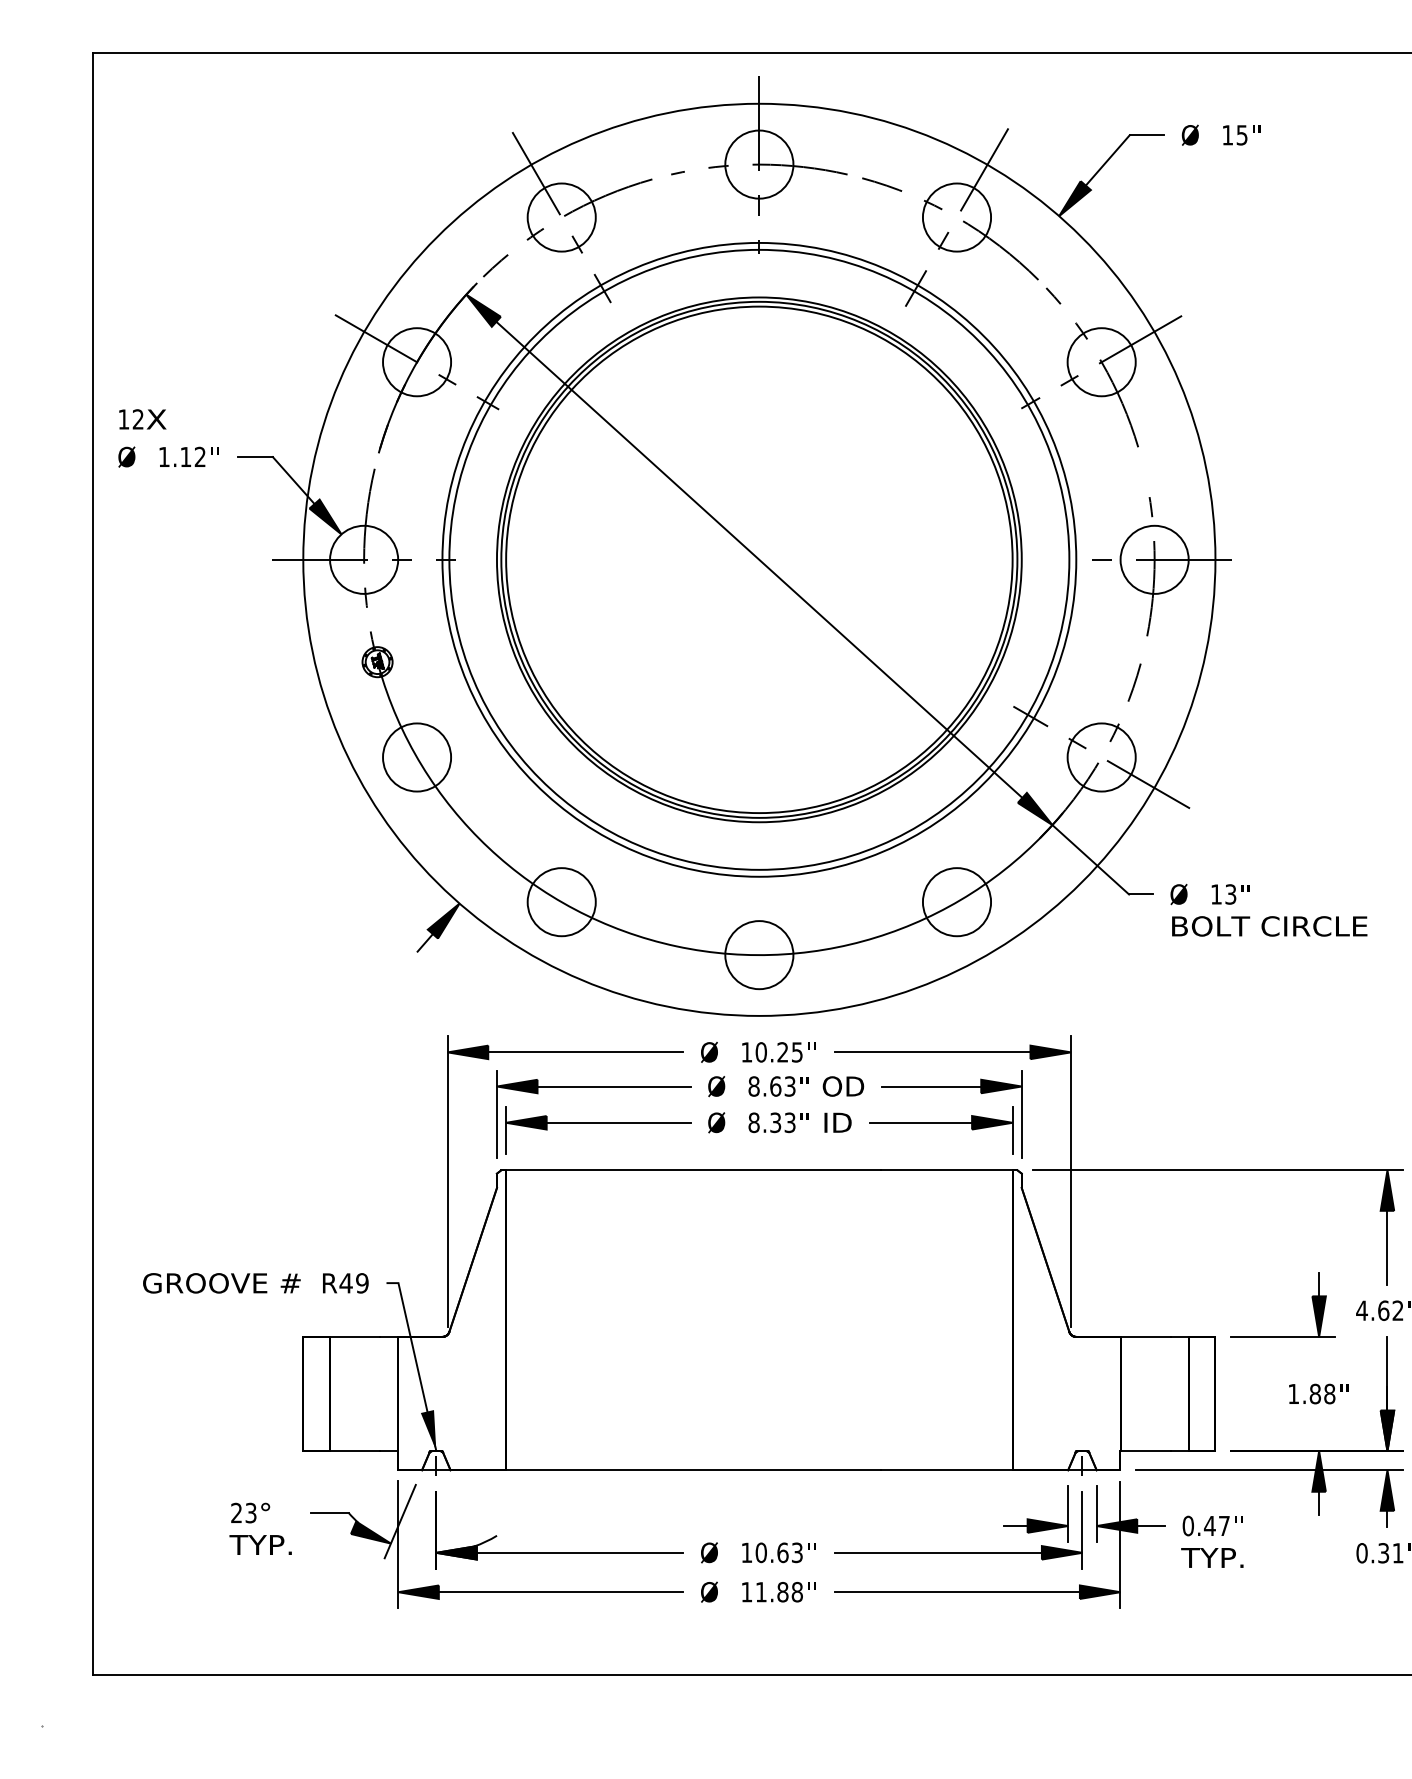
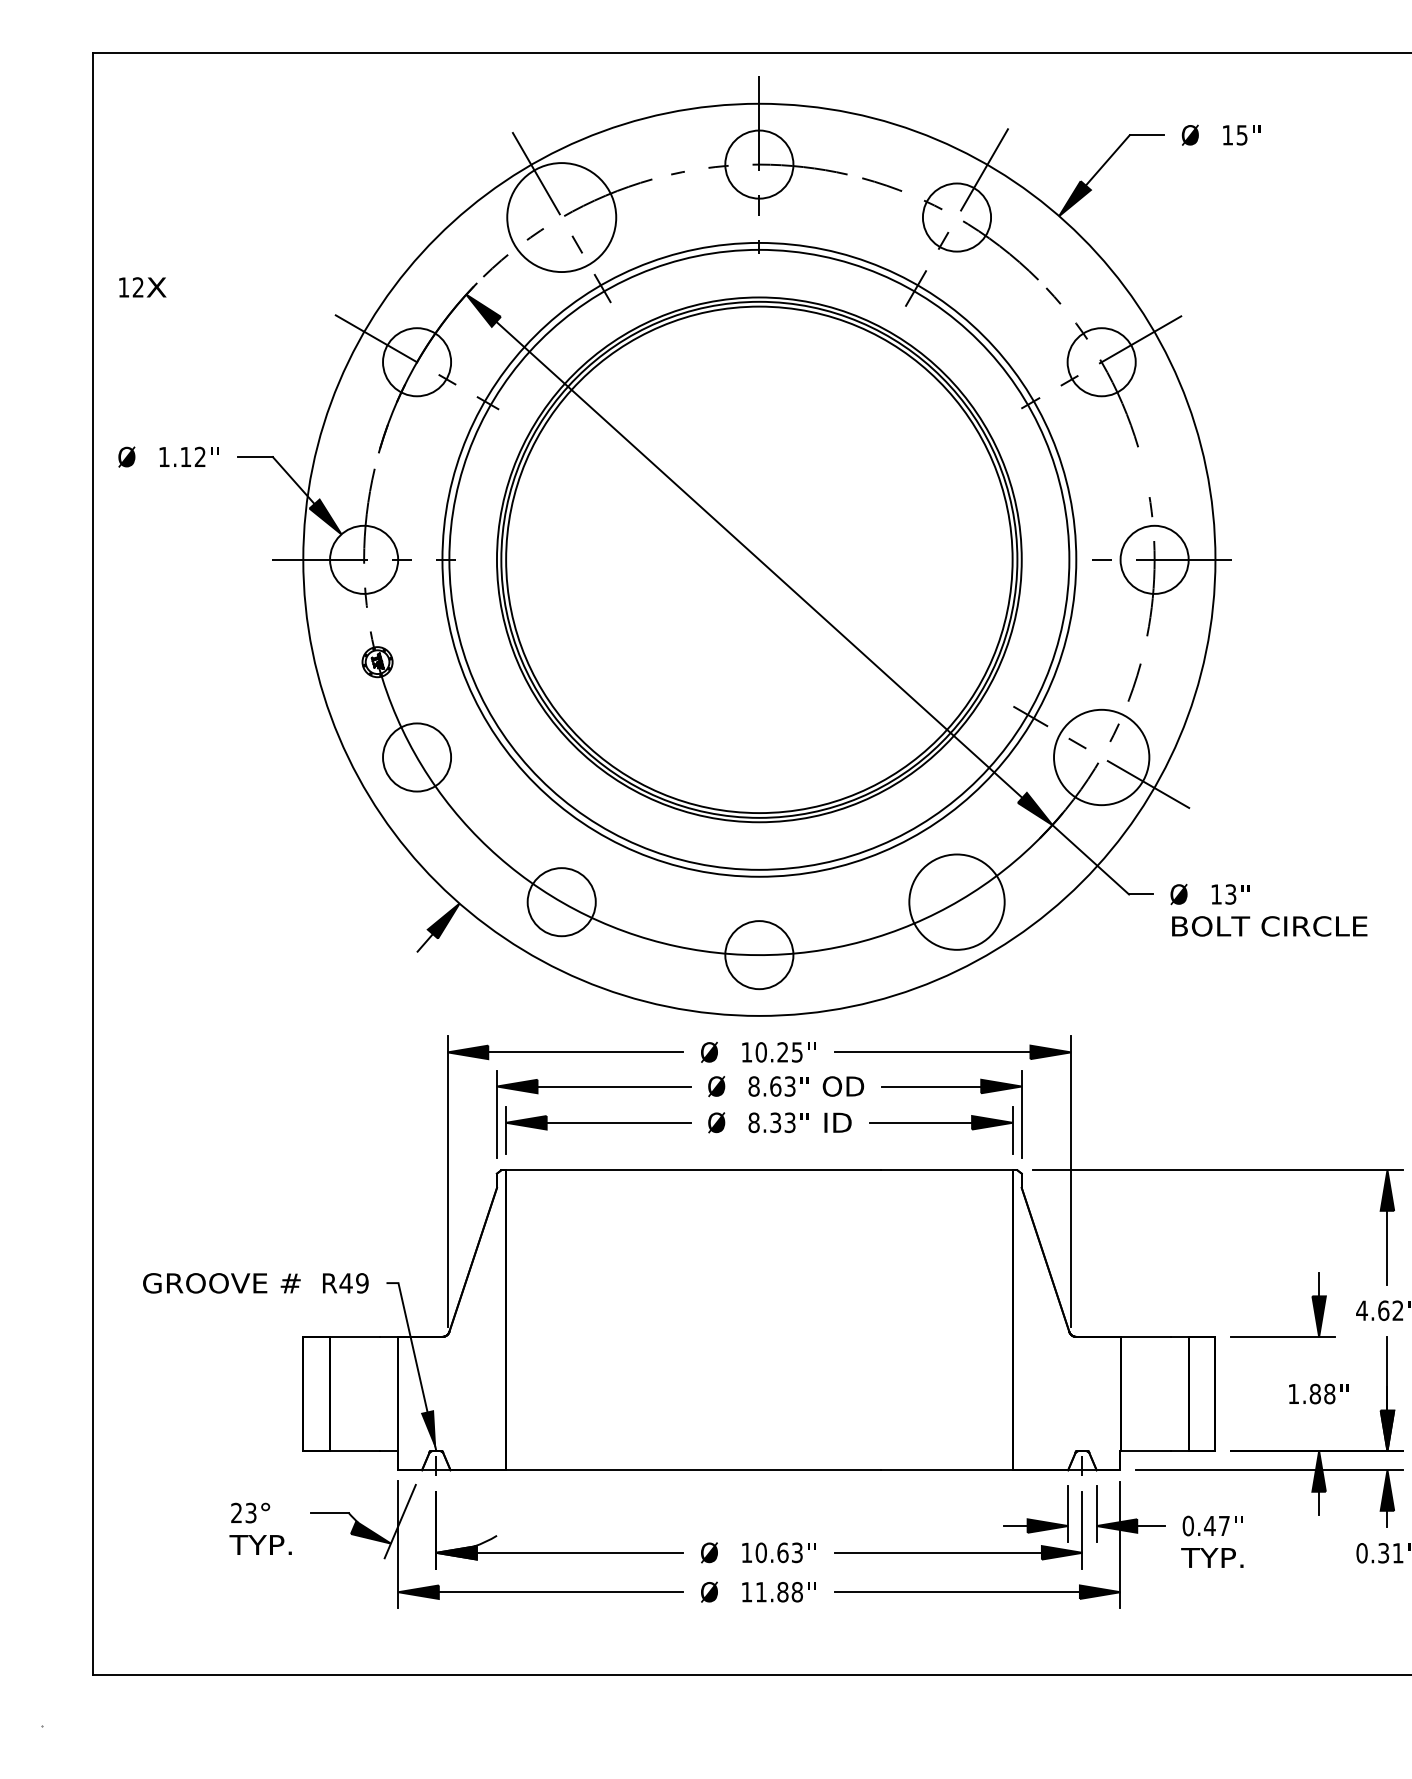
circle at (561, 217) diameter: 68 px -> 109 px
text at (142, 419) position: (142, 419) -> (142, 287)
circle at (1101, 757) diameter: 68 px -> 95 px
circle at (956, 902) diameter: 68 px -> 95 px
